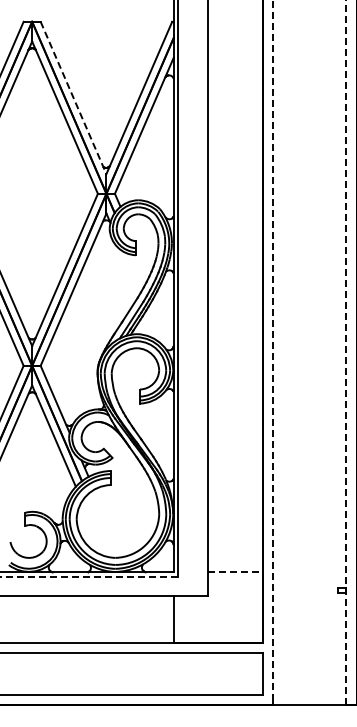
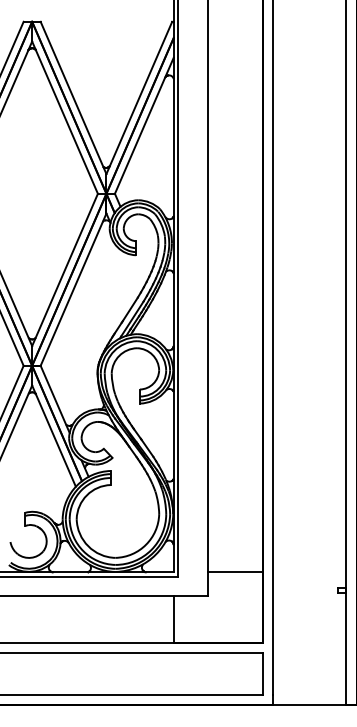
line at (73, 97): dashed -> solid
line at (273, 347): dashed -> solid
line at (346, 352): dashed -> solid
line at (235, 572): dashed -> solid
line at (89, 576): dashed -> solid
